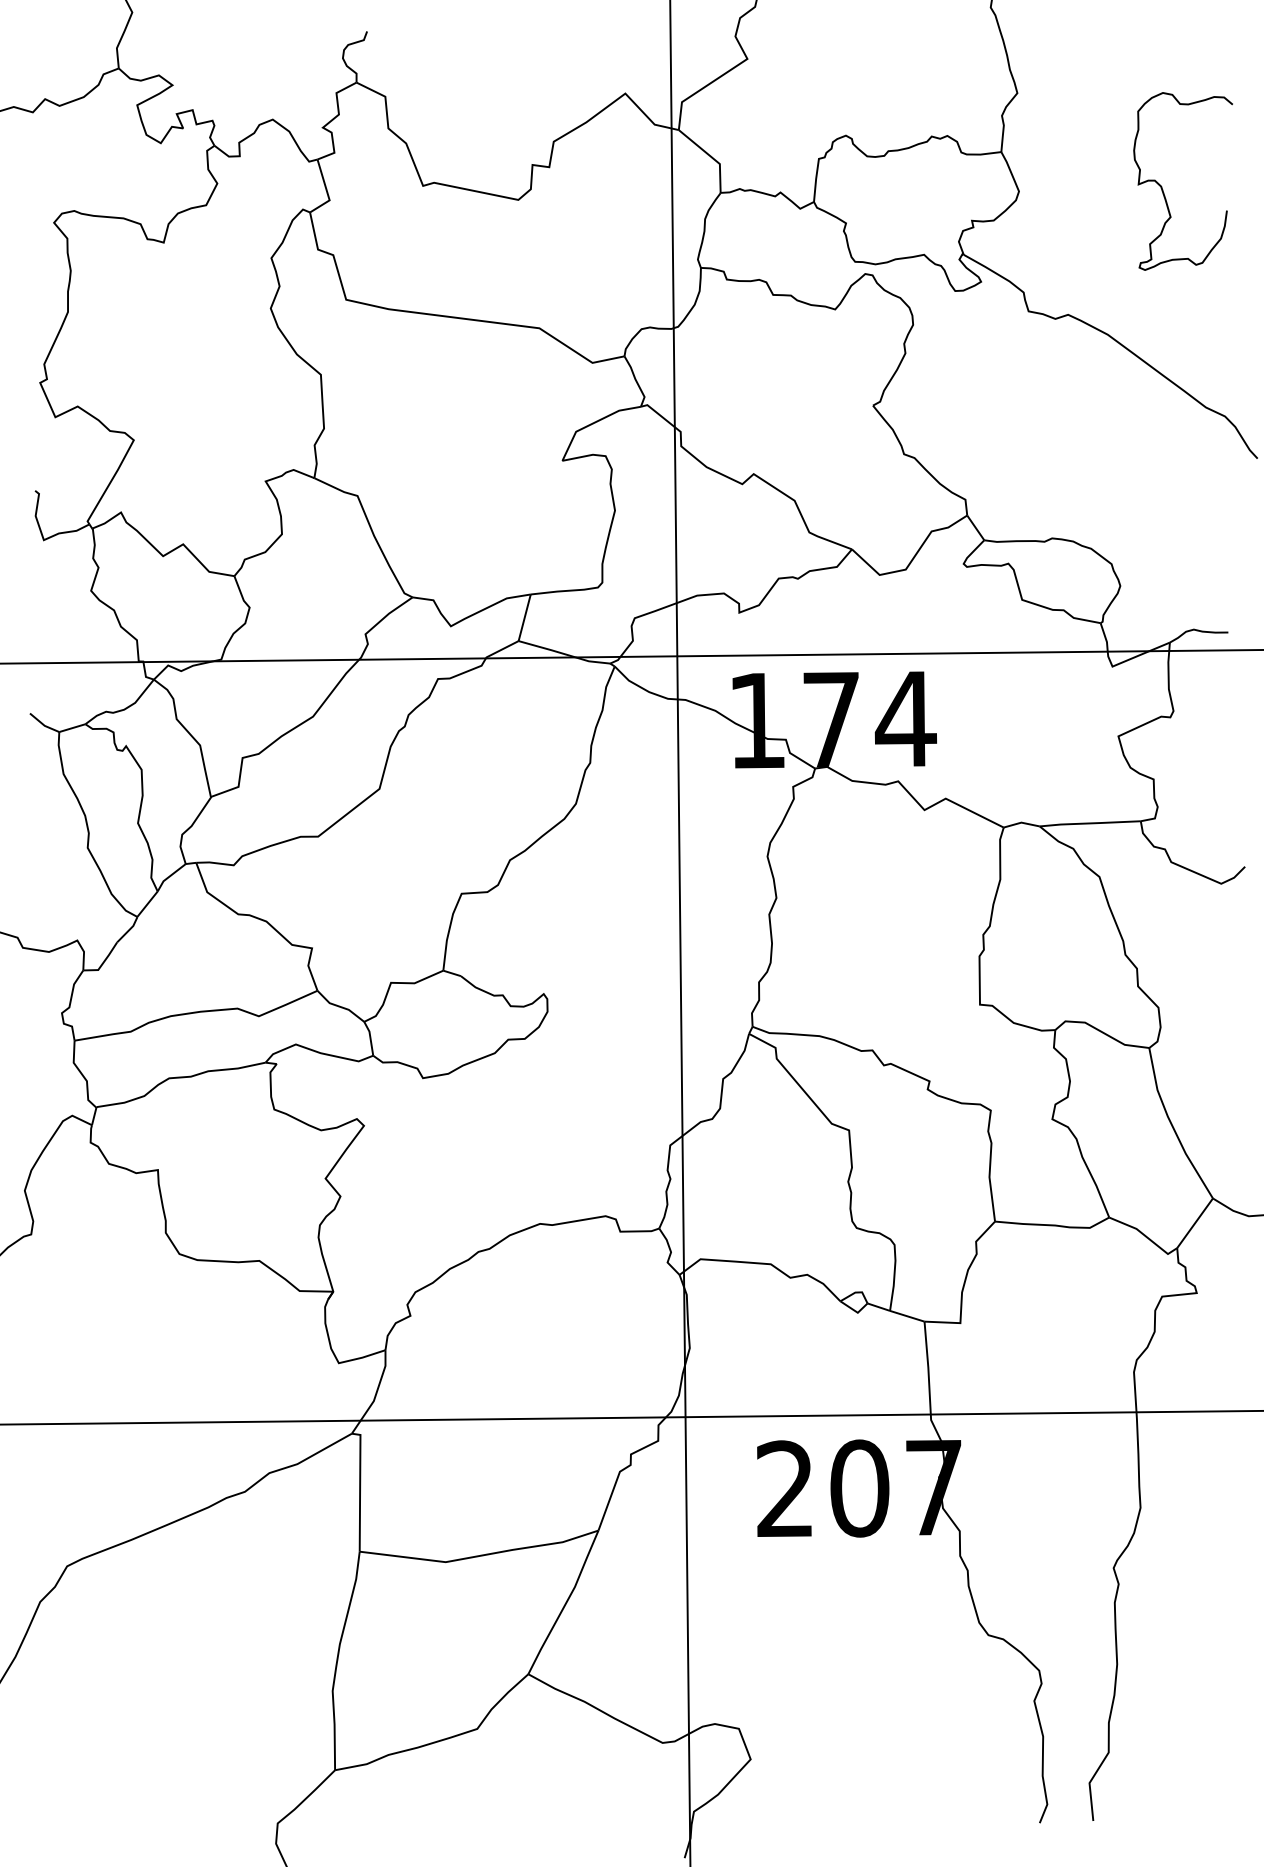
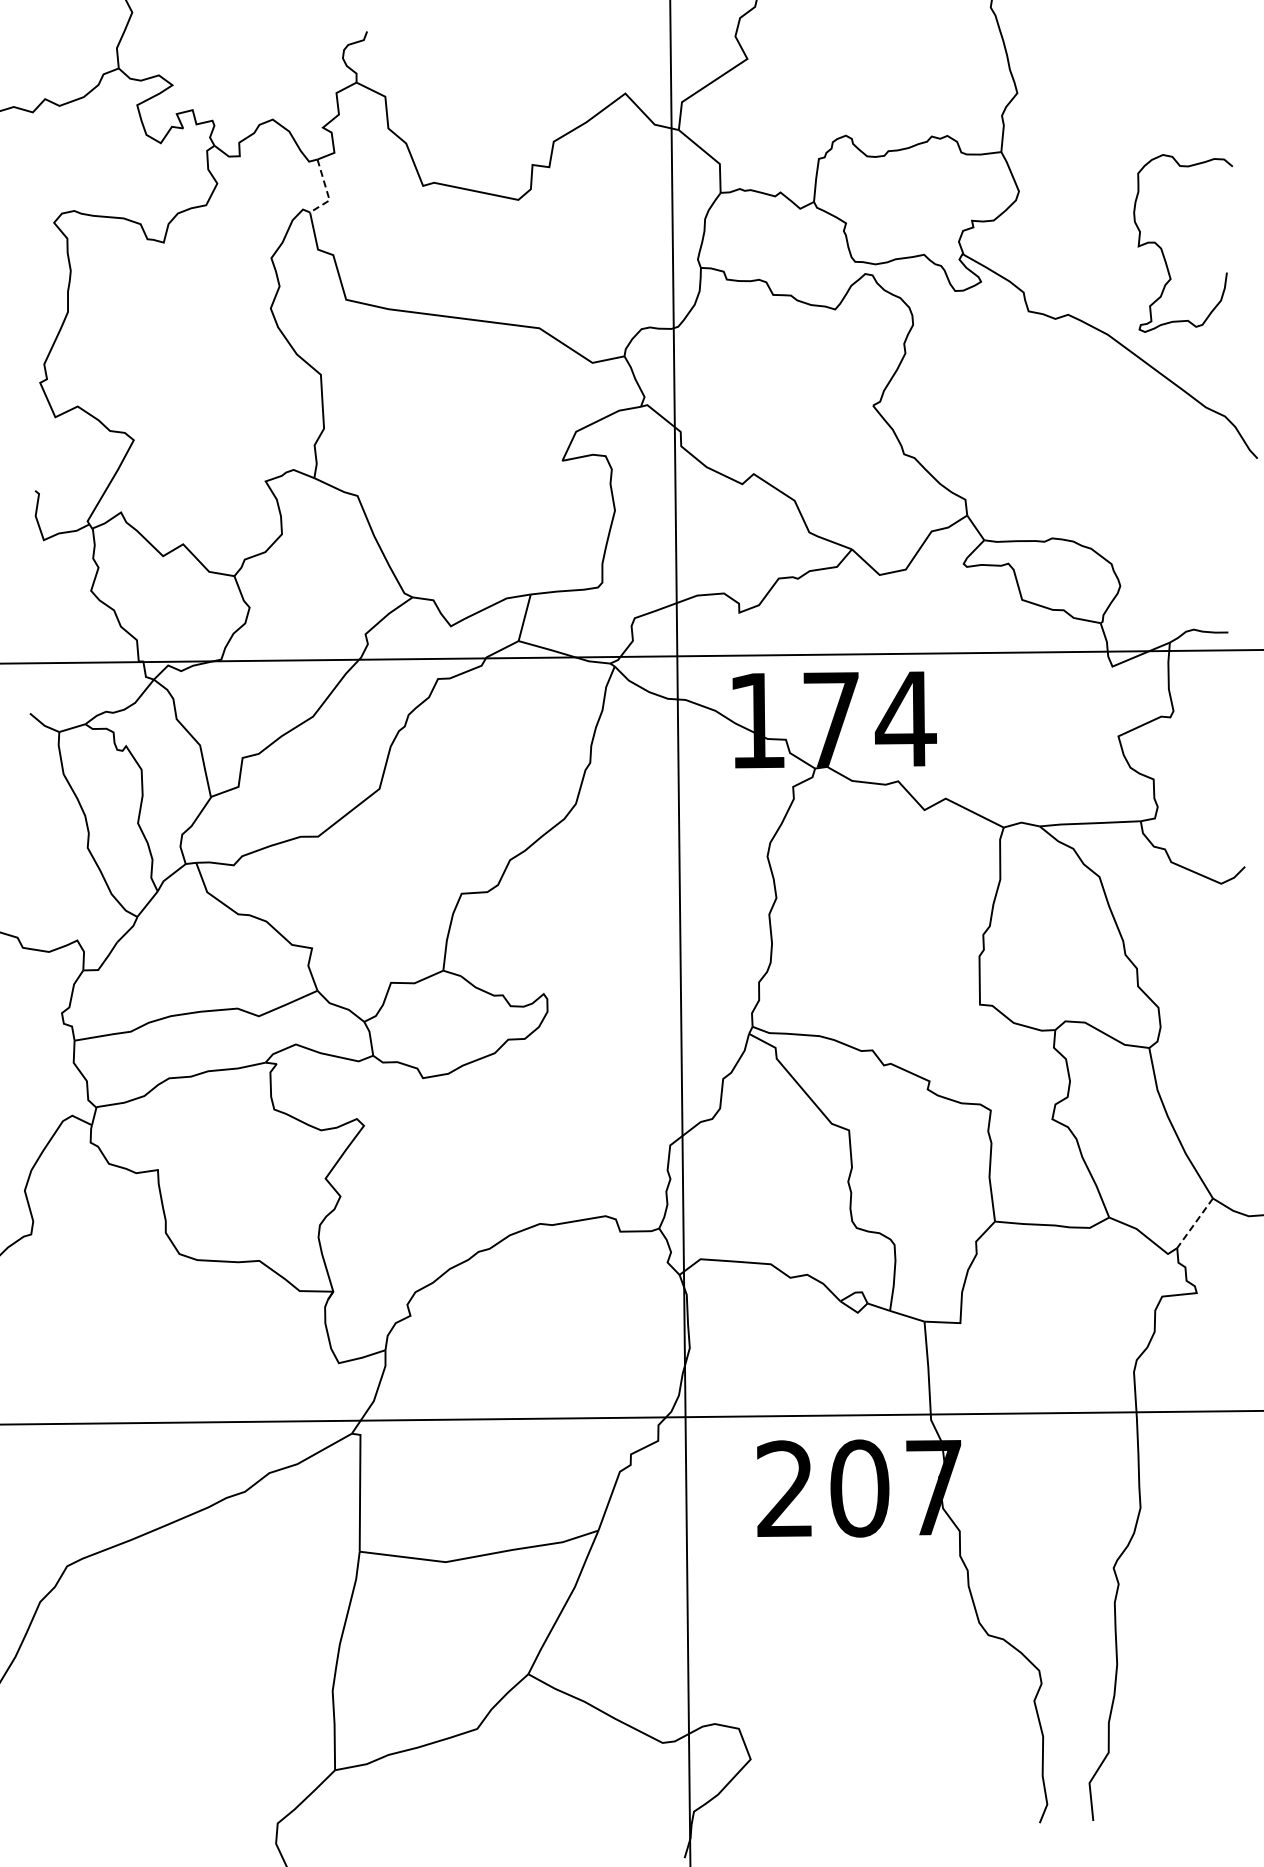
curve at (1162, 186) position: (1162, 186) -> (1162, 248)
line at (327, 191): solid -> dashed
line at (1195, 1223): solid -> dashed
